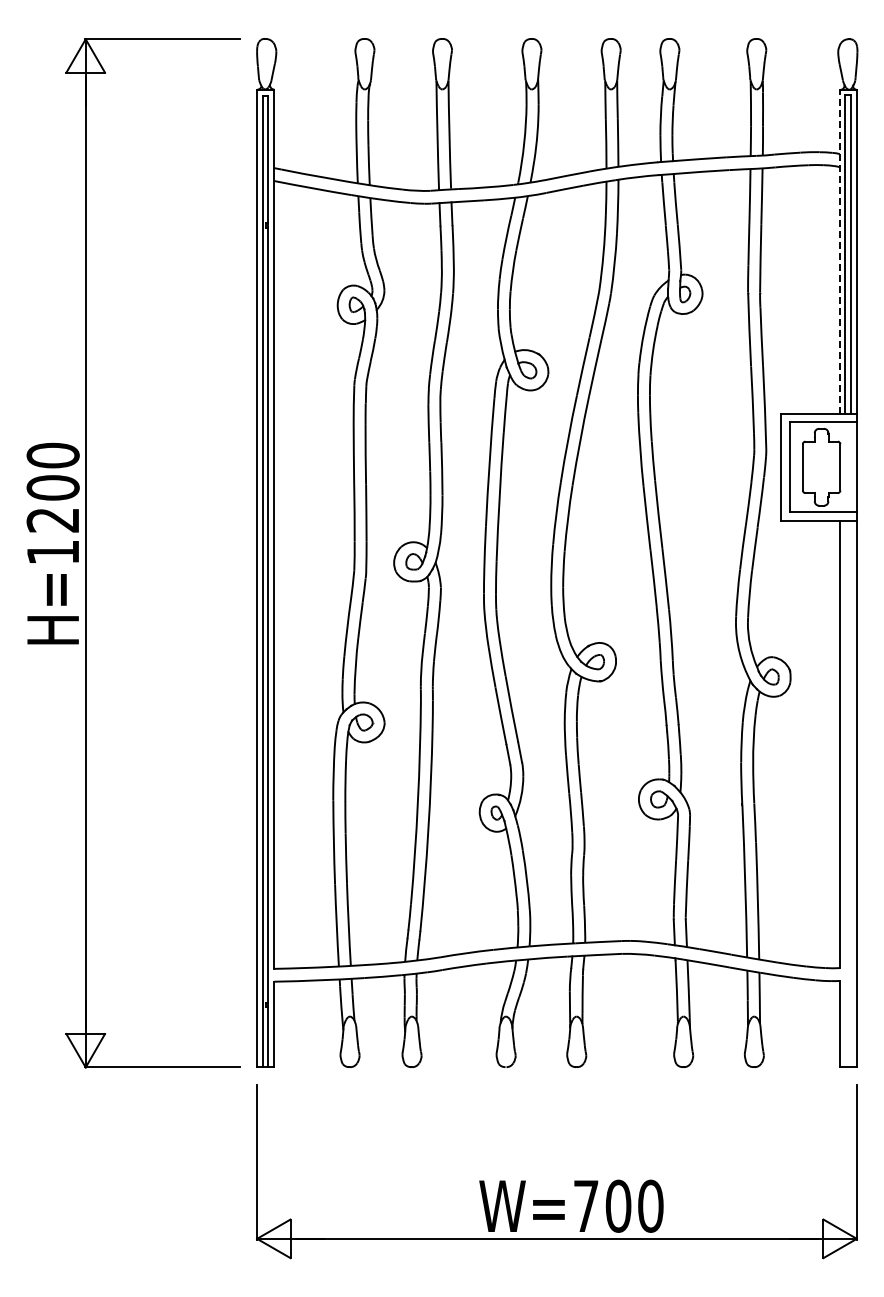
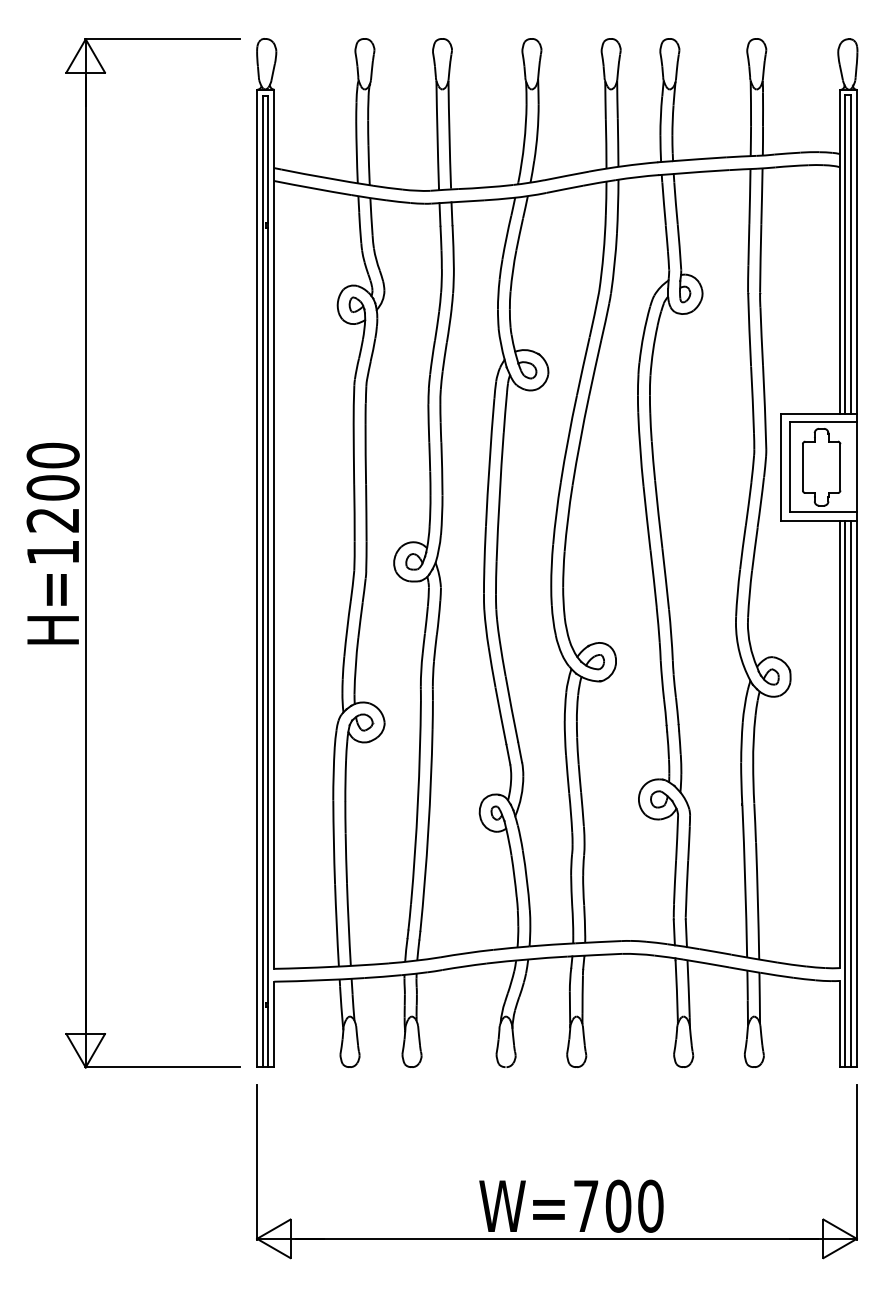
line at (839, 251): dashed -> solid
line at (845, 793): none -> present
line at (851, 793): none -> present
